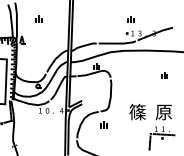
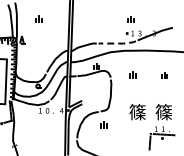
line at (117, 43): solid -> dashed
part at (132, 74): none -> present
text at (163, 111): 原 -> 篠
